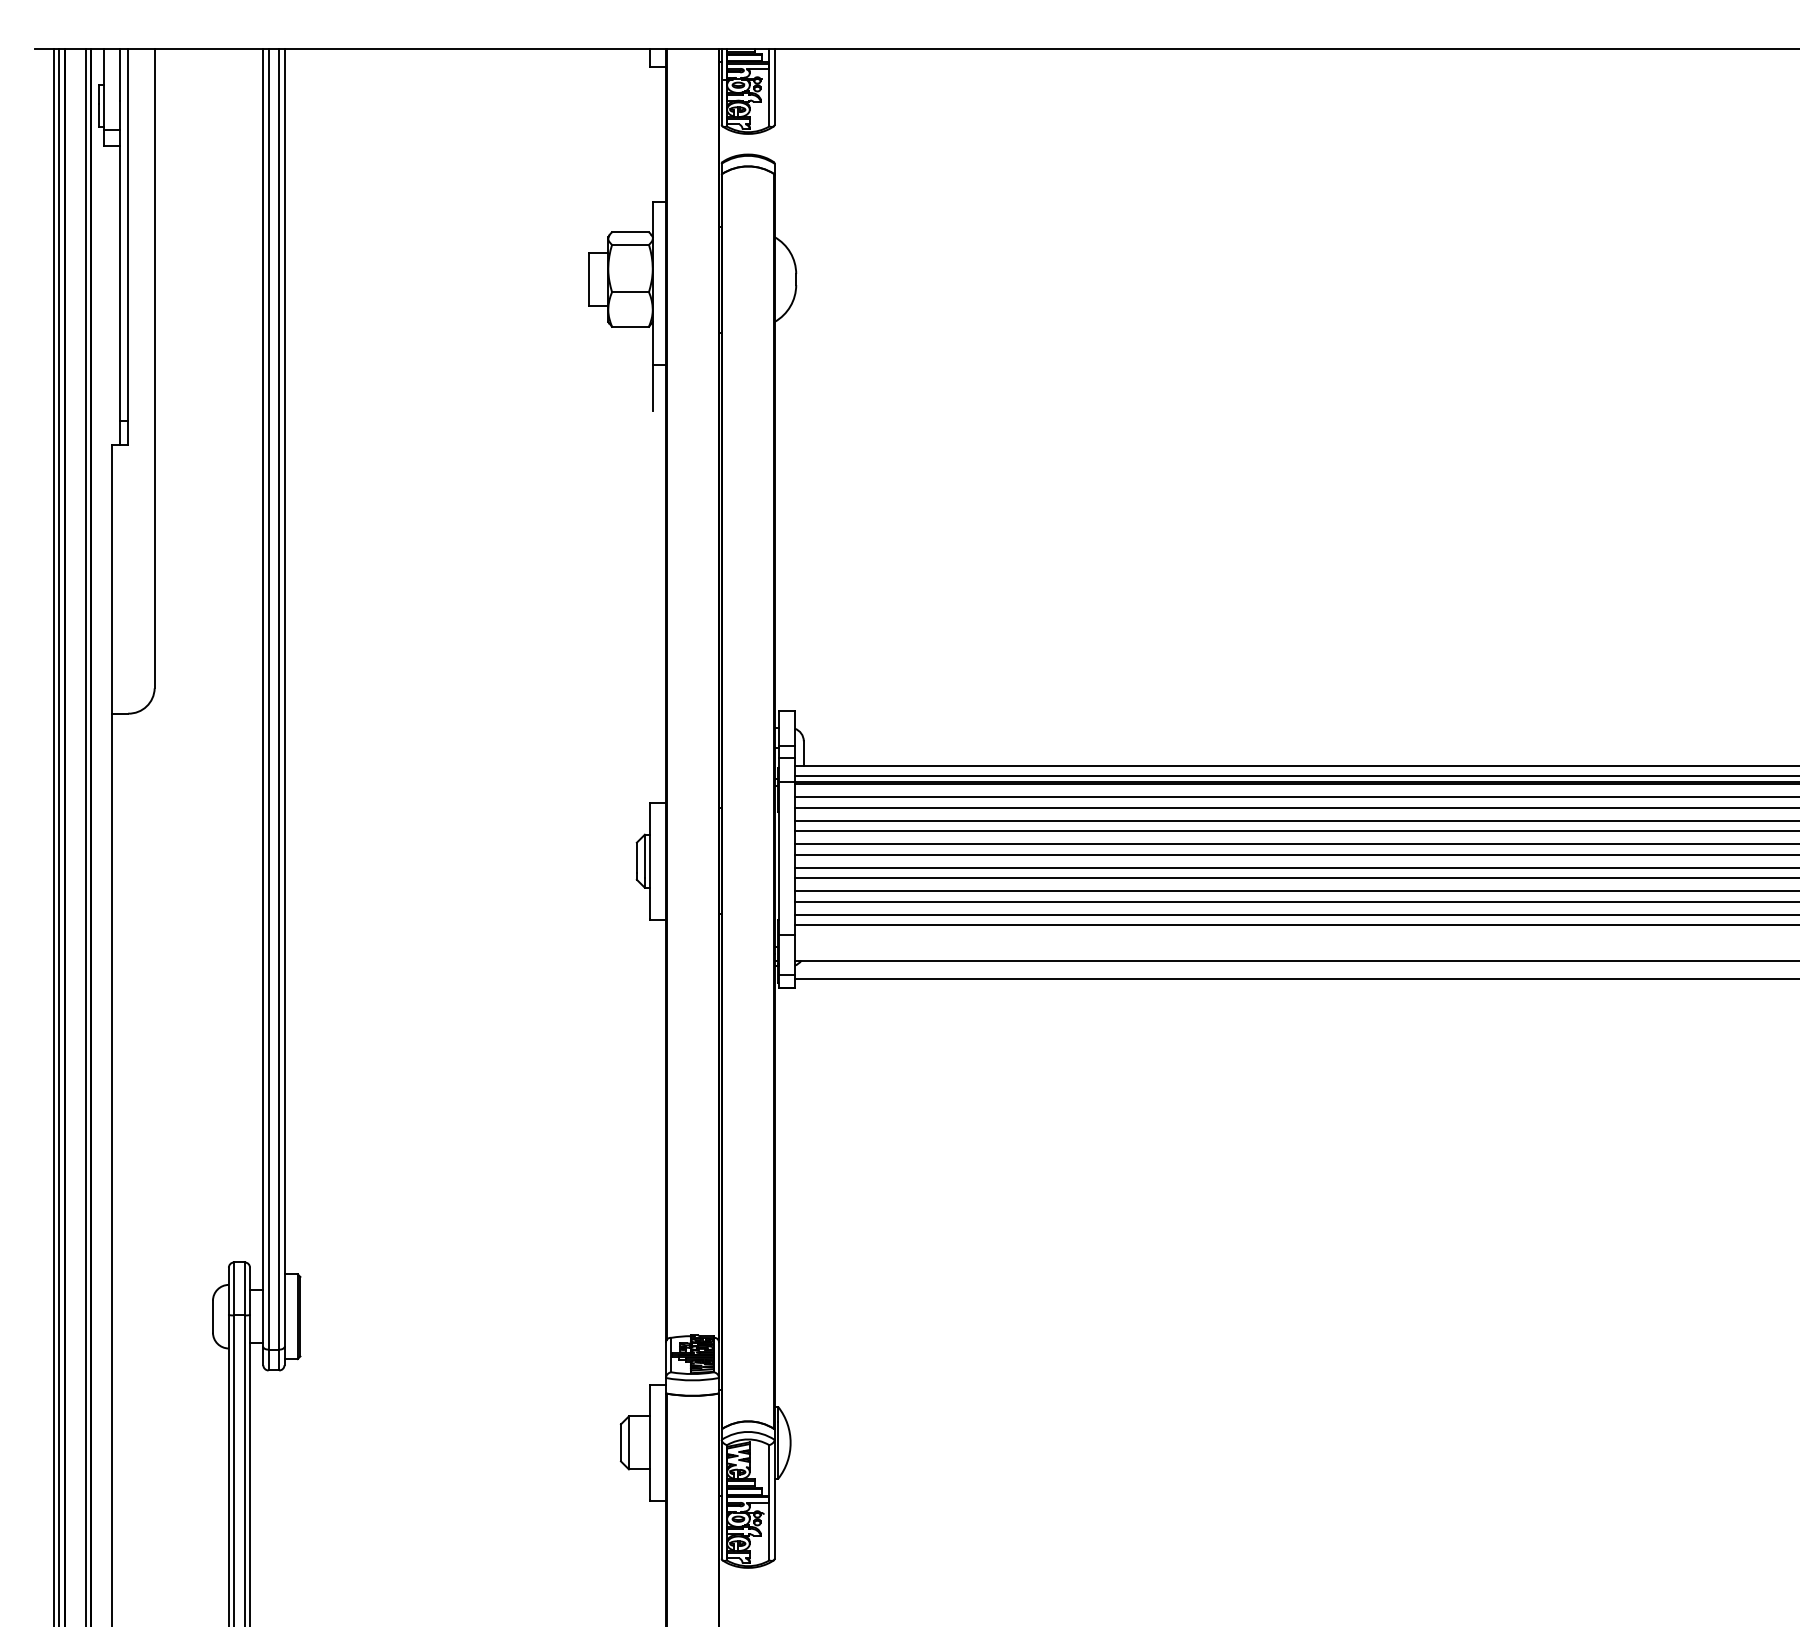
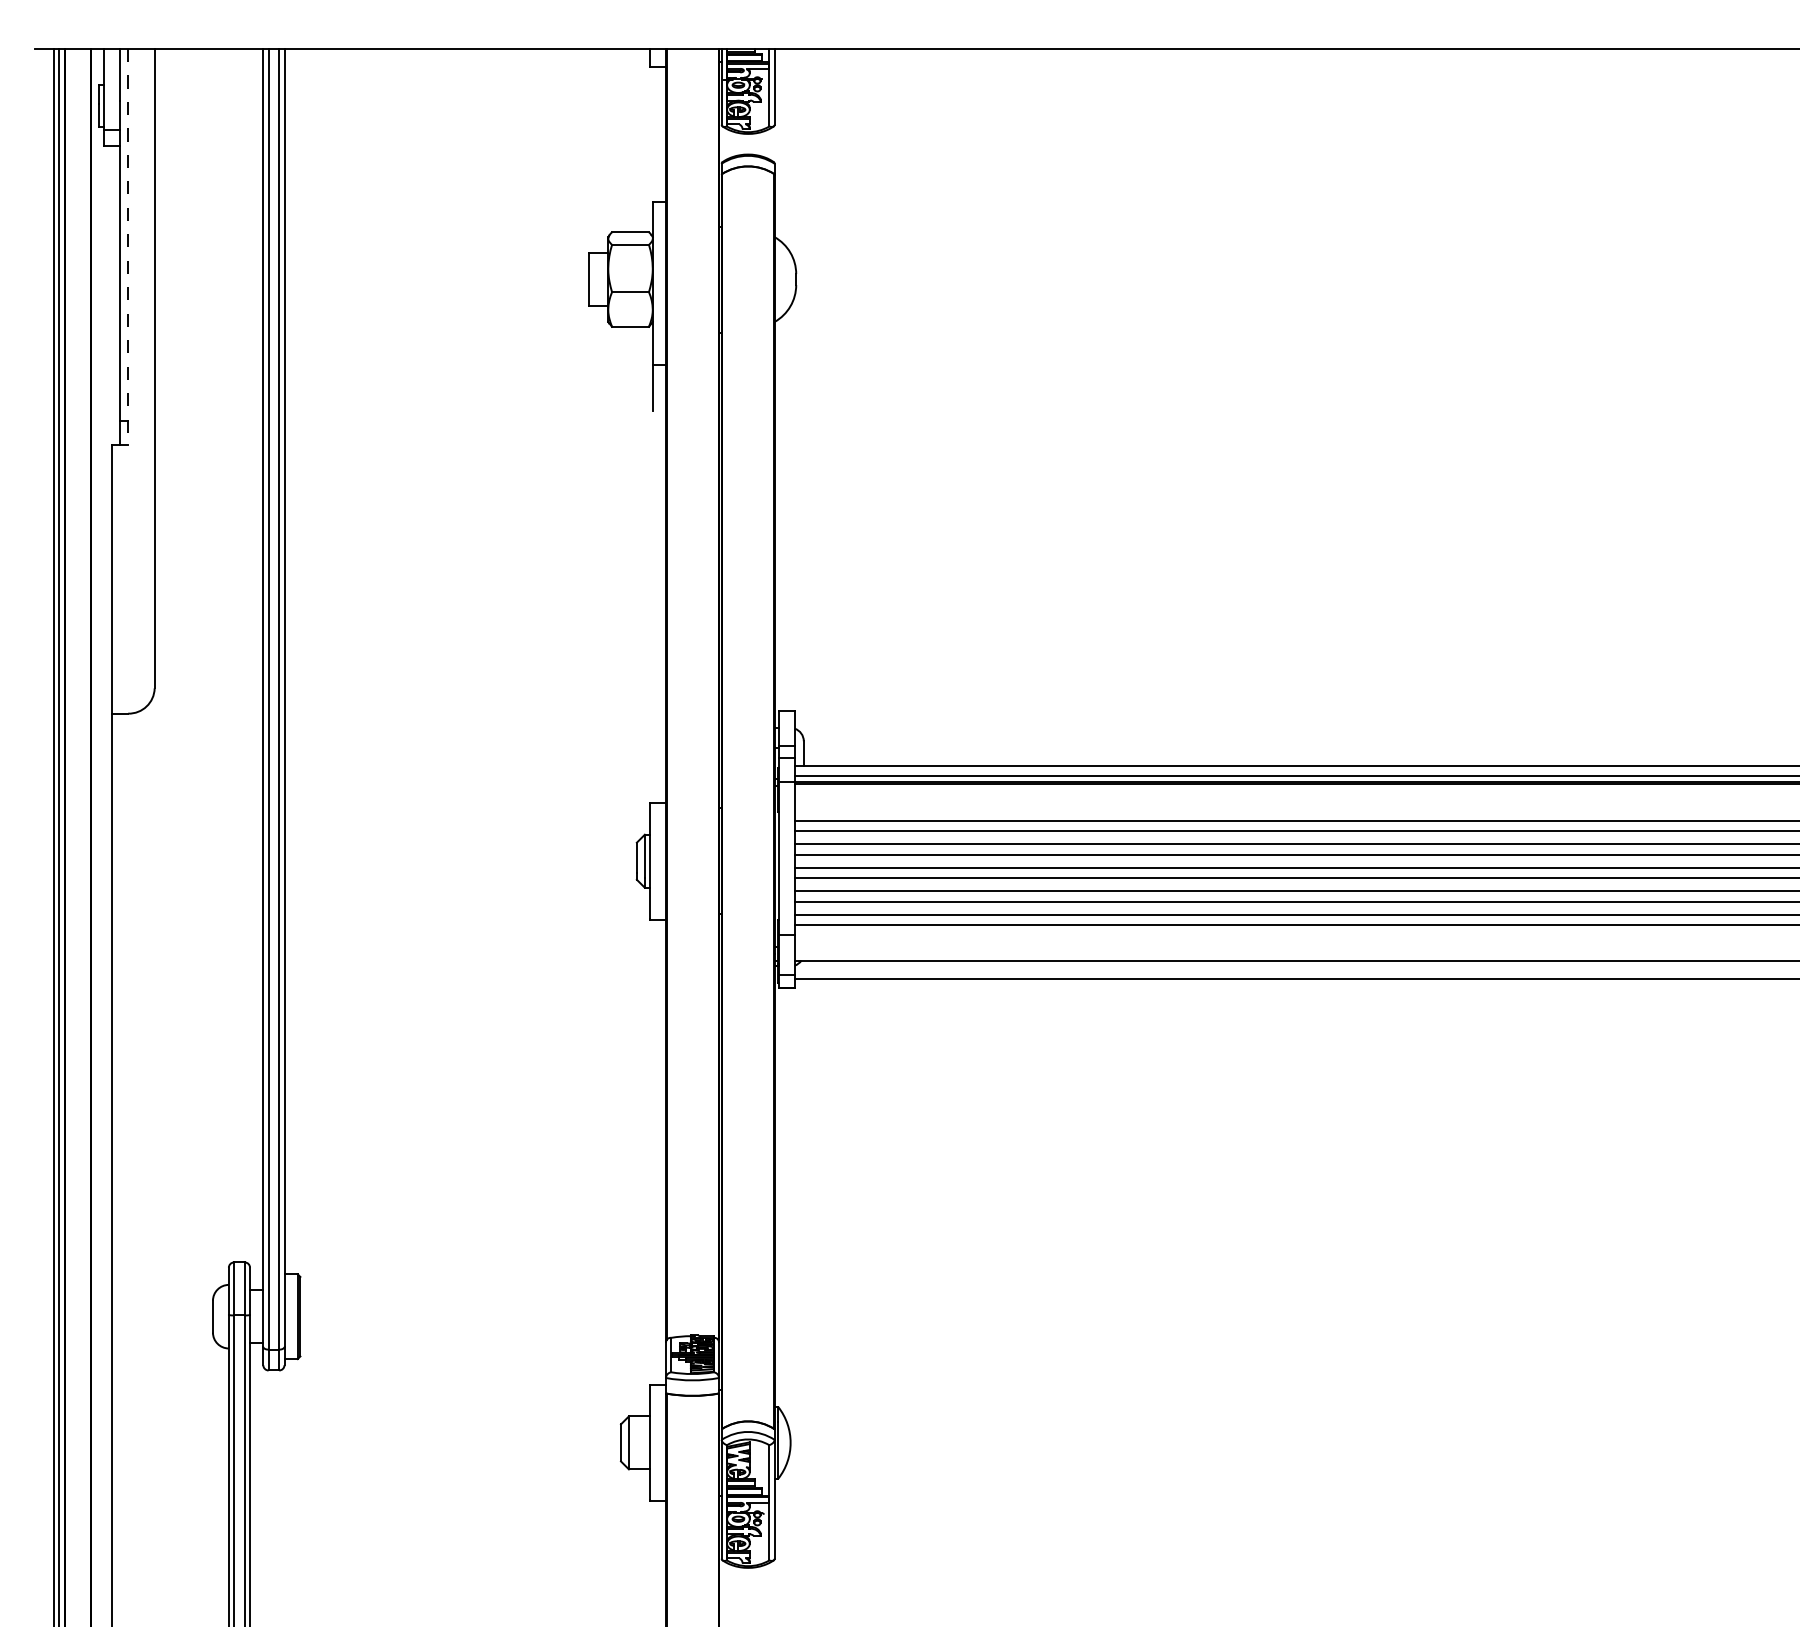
line at (128, 247): solid -> dashed
line at (1295, 797): present -> none
line at (1295, 807): present -> none
line at (85, 835): present -> none
